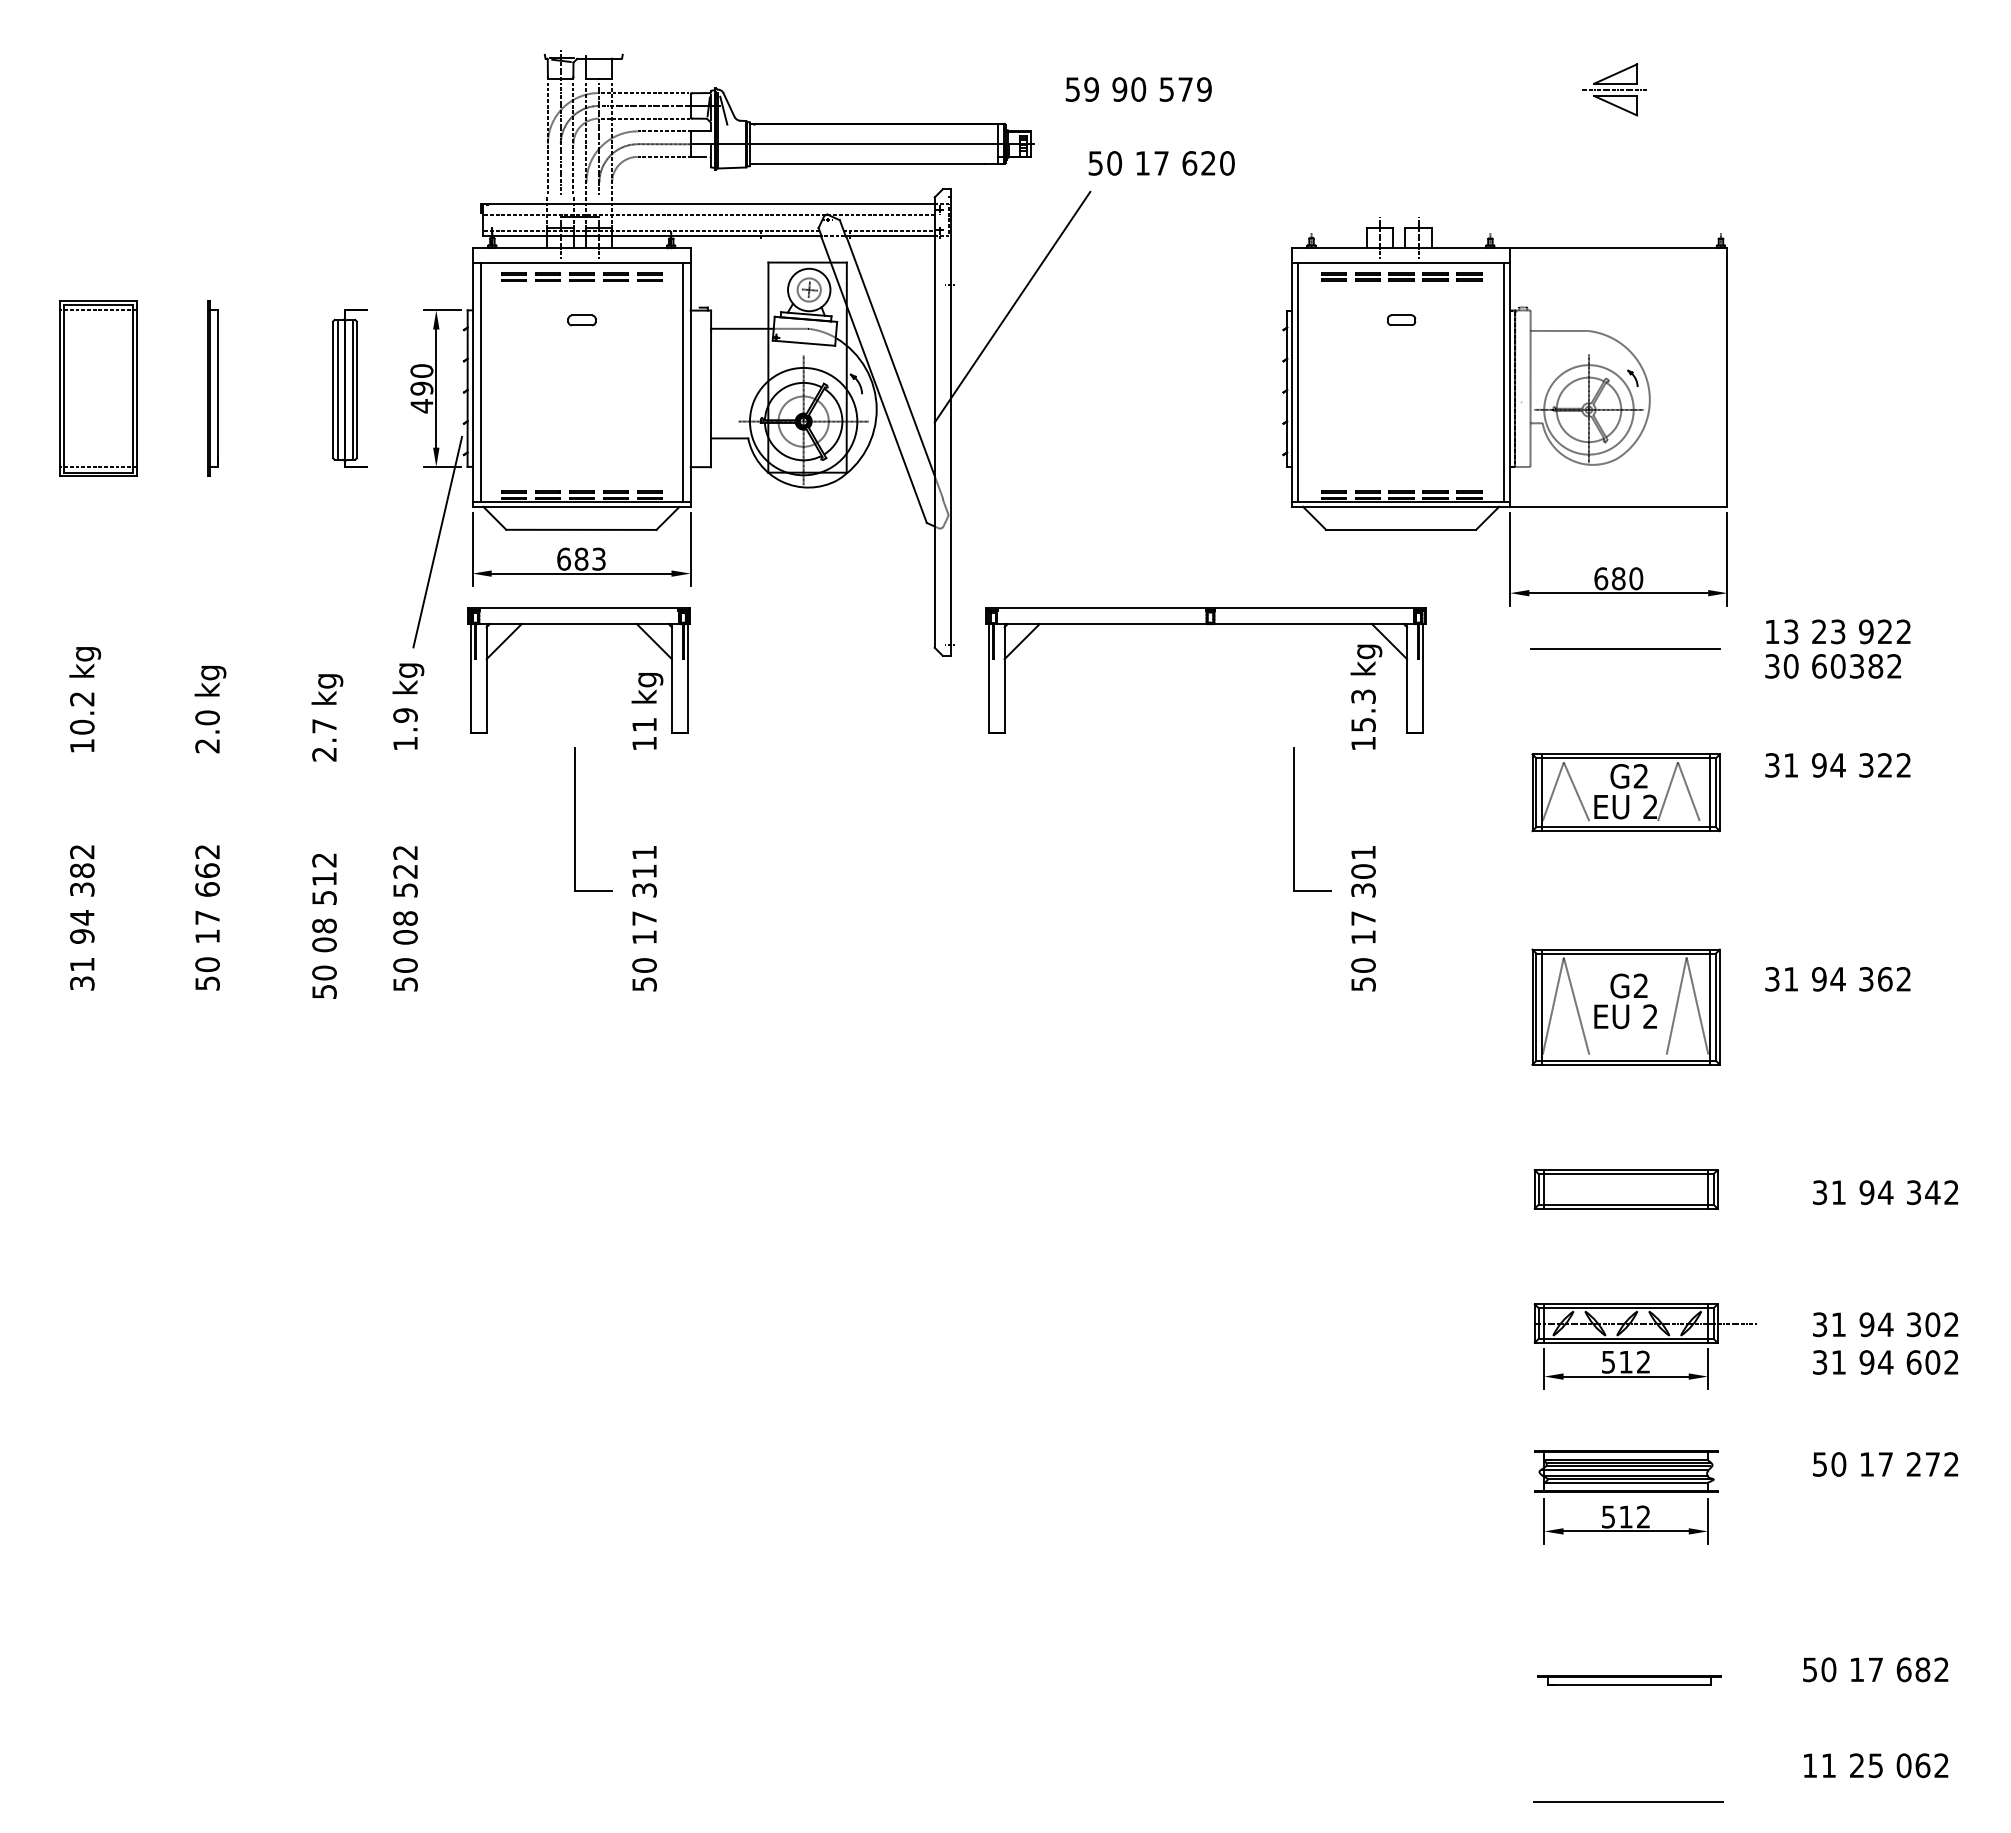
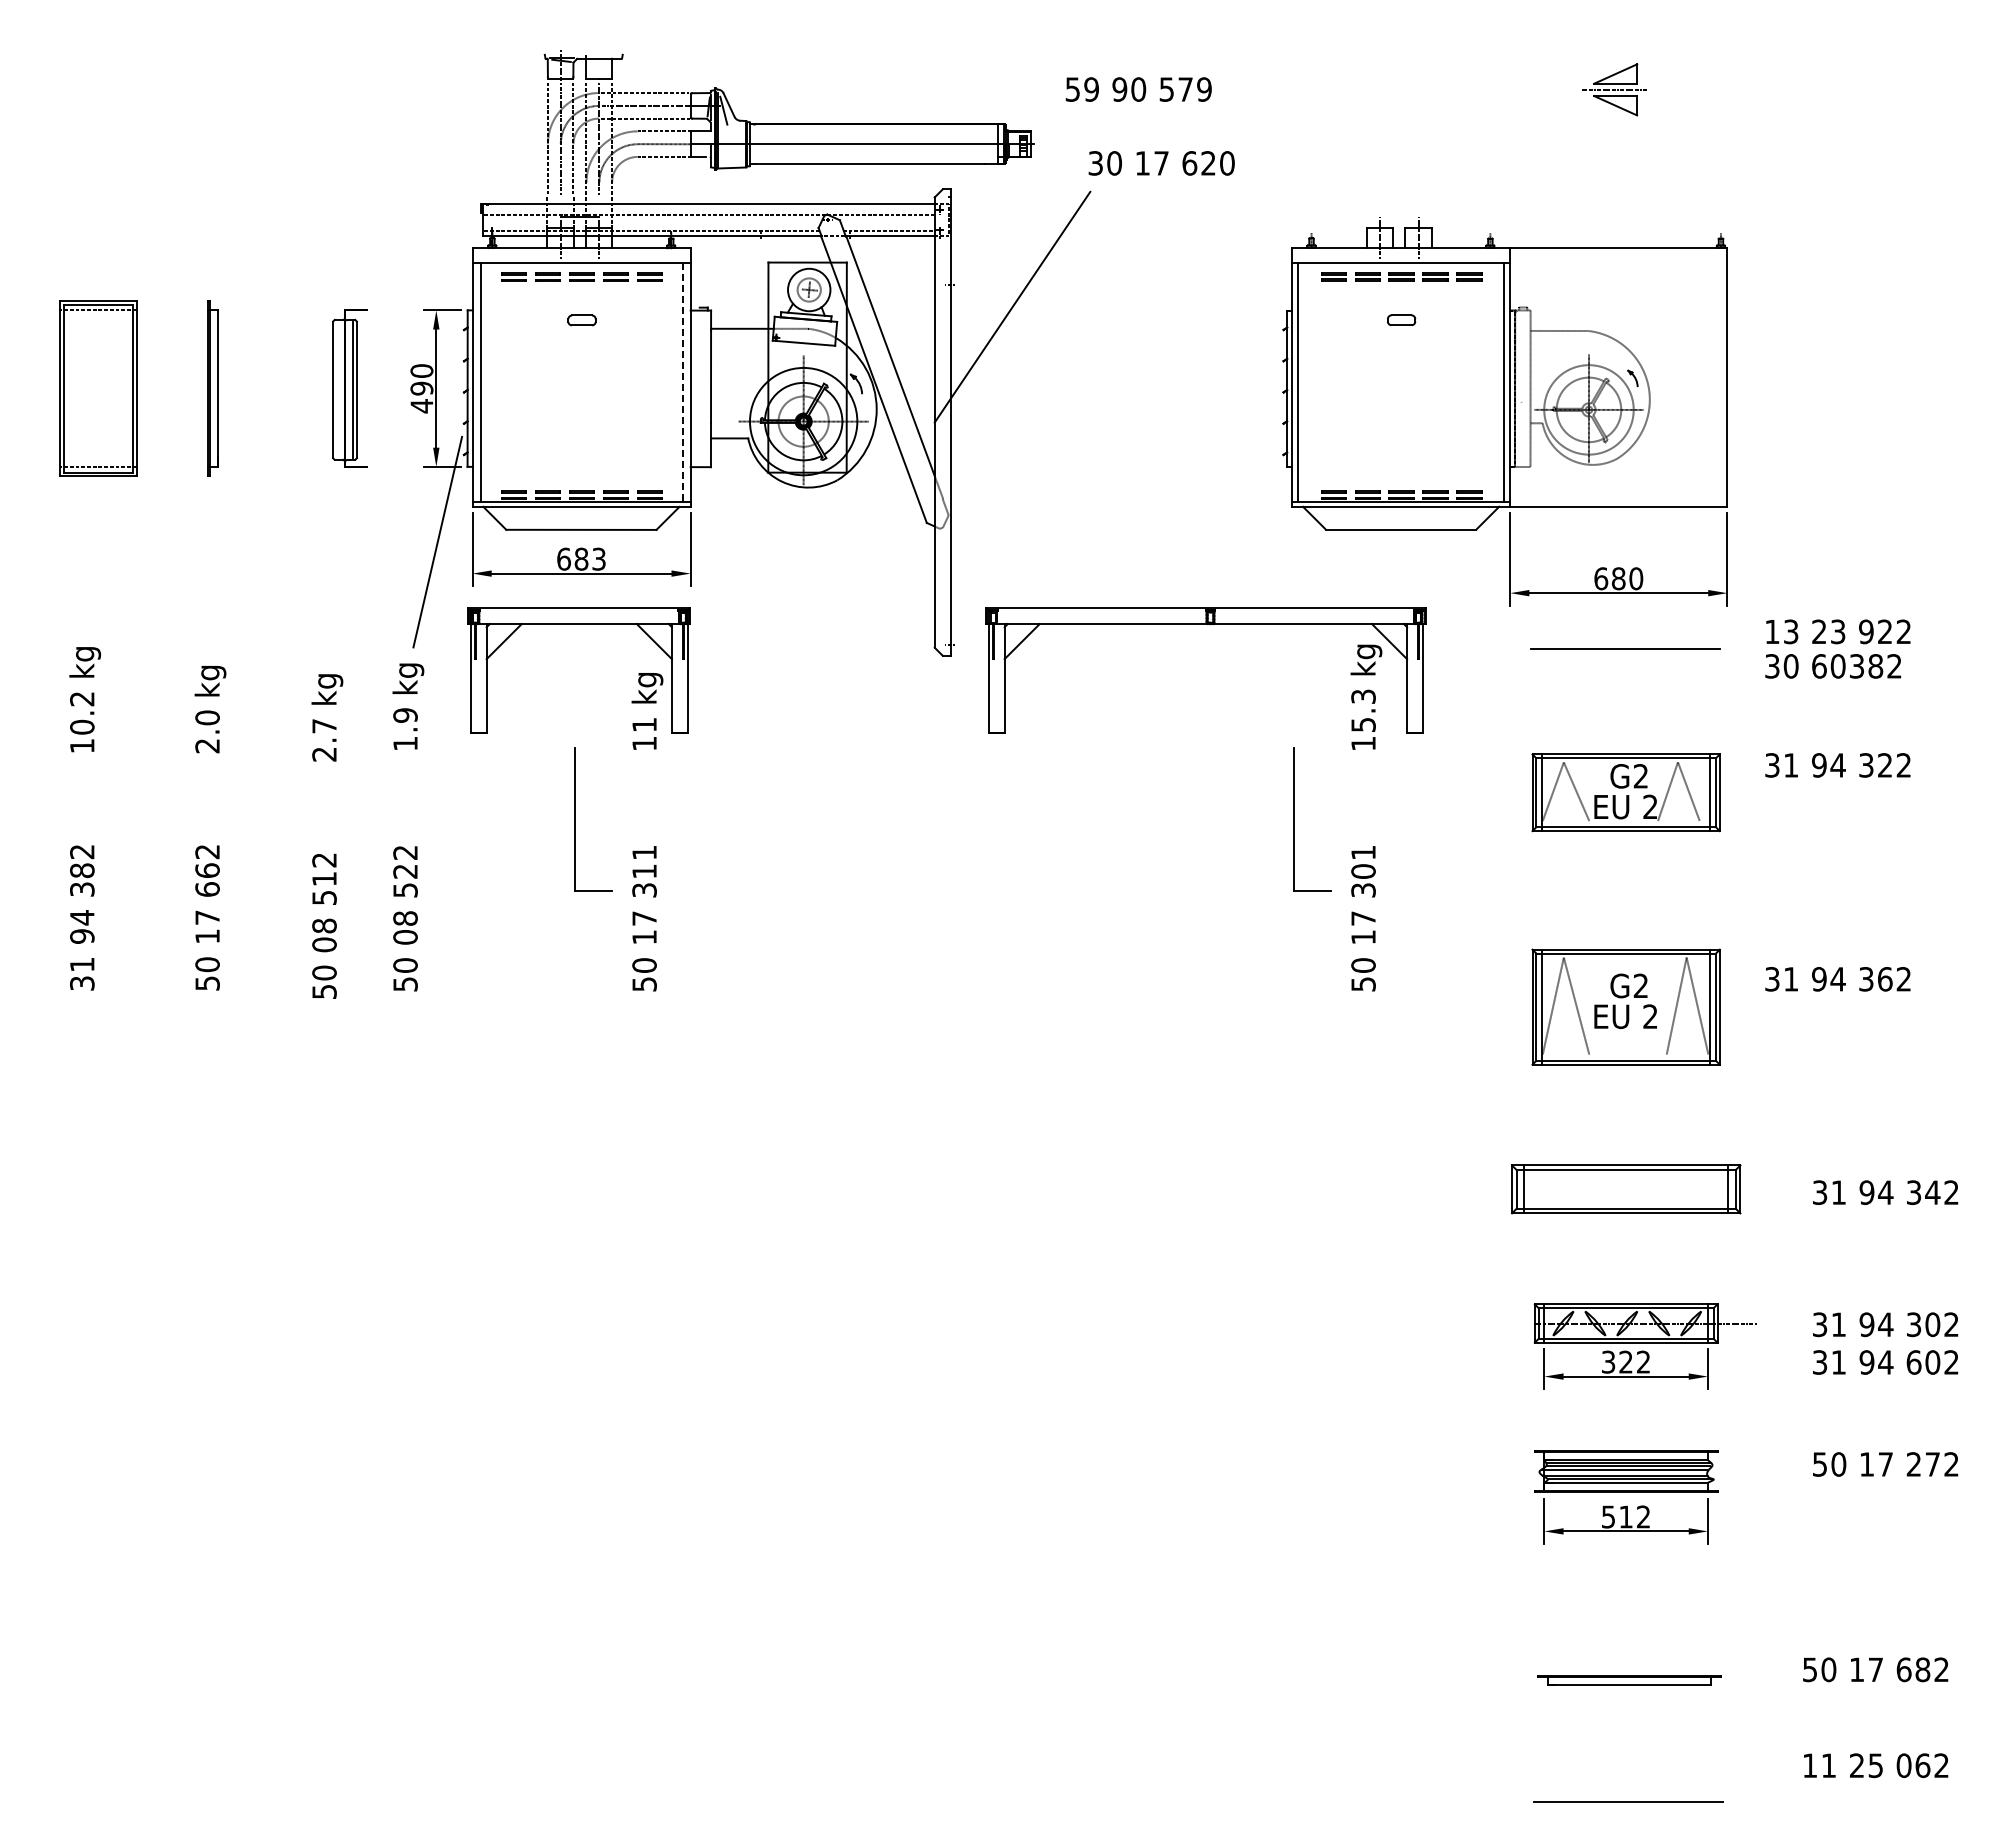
text at (1095, 162): 50 -> 30
line at (682, 382): solid -> dashed
line at (337, 389): present -> none
part at (1625, 1189) size: 186x41 px -> 231x51 px
text at (1617, 1361): 512 -> 322
